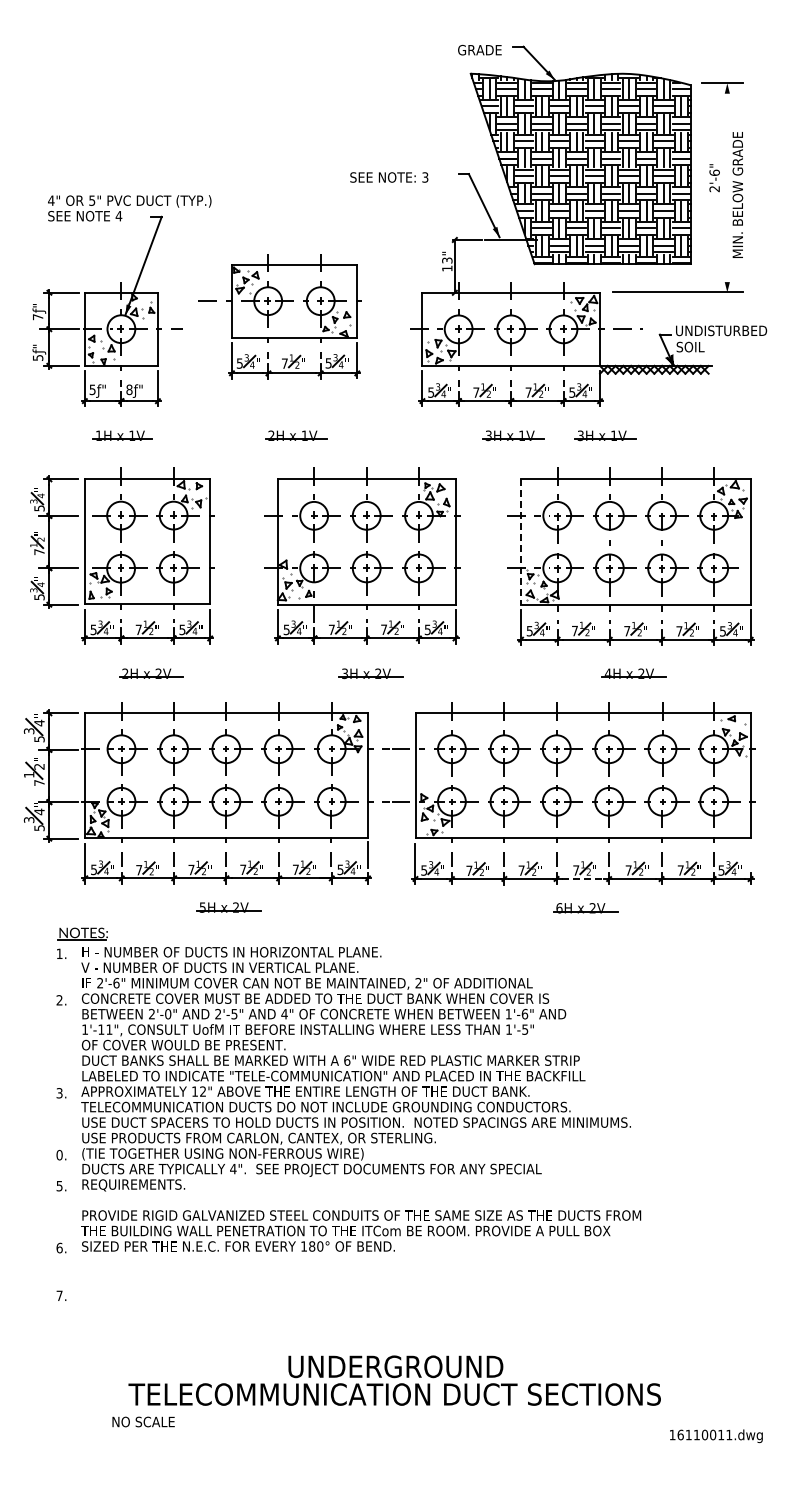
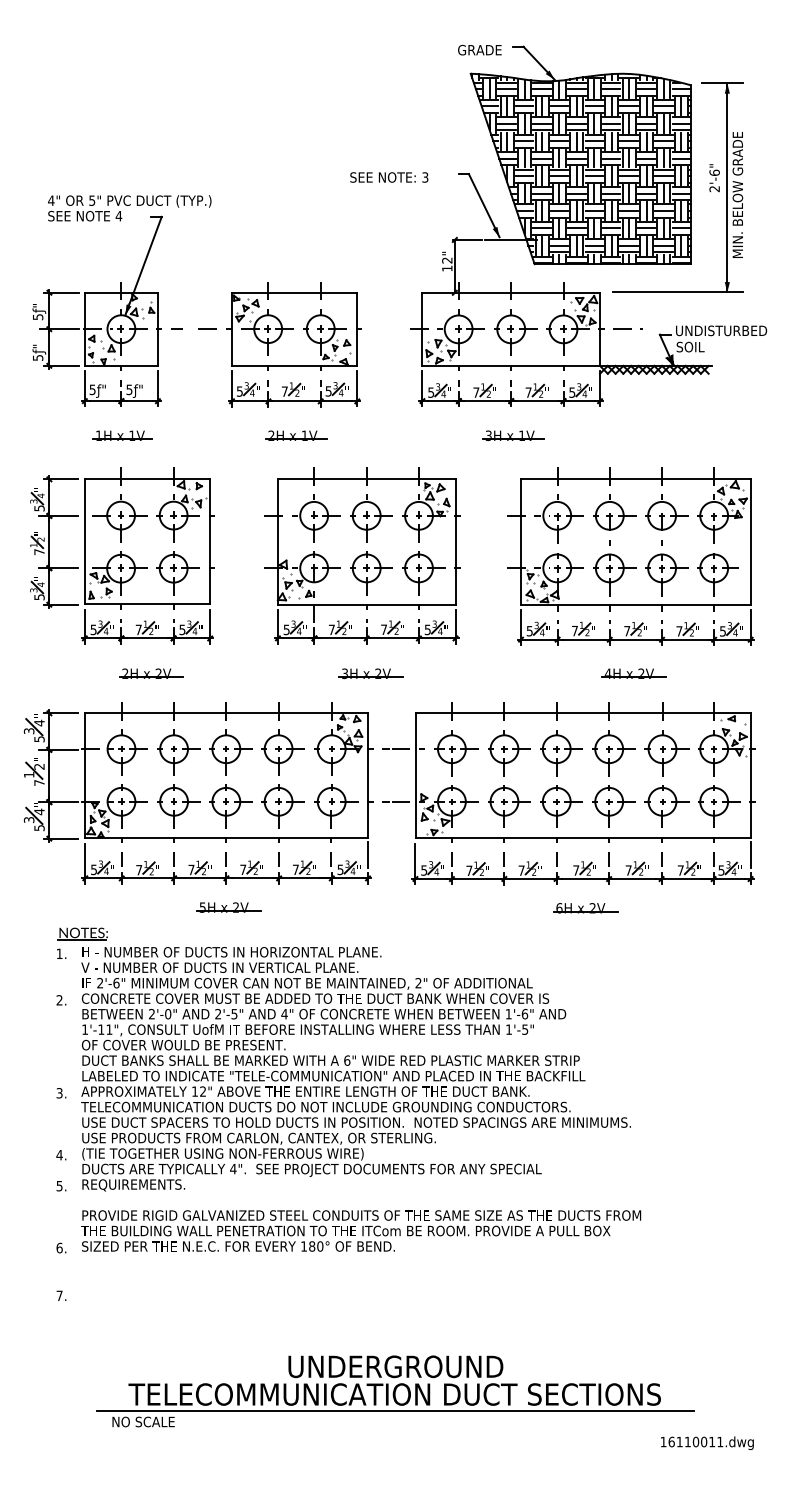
line at (727, 187): none -> present
text at (447, 260): 13" -> 12"
part at (279, 316) position: (279, 316) -> (279, 344)
text at (38, 317): 7ƒ" -> 5ƒ"
text at (129, 389): 8ƒ" -> 5ƒ"
part at (605, 435): present -> none
line at (520, 542): dashed -> solid
line at (750, 854): none -> present
line at (583, 879): dashed -> solid
text at (59, 1154): 0. -> 4.
line at (395, 1411): none -> present
text at (716, 1436) position: (716, 1436) -> (707, 1443)
